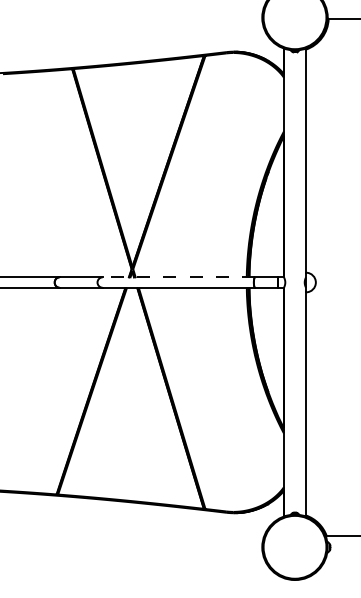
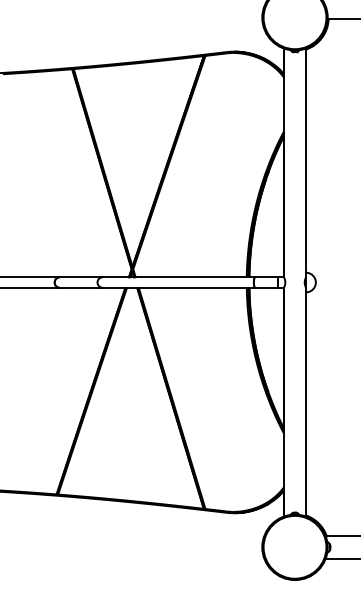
line at (178, 277): dashed -> solid
line at (341, 558): none -> present
